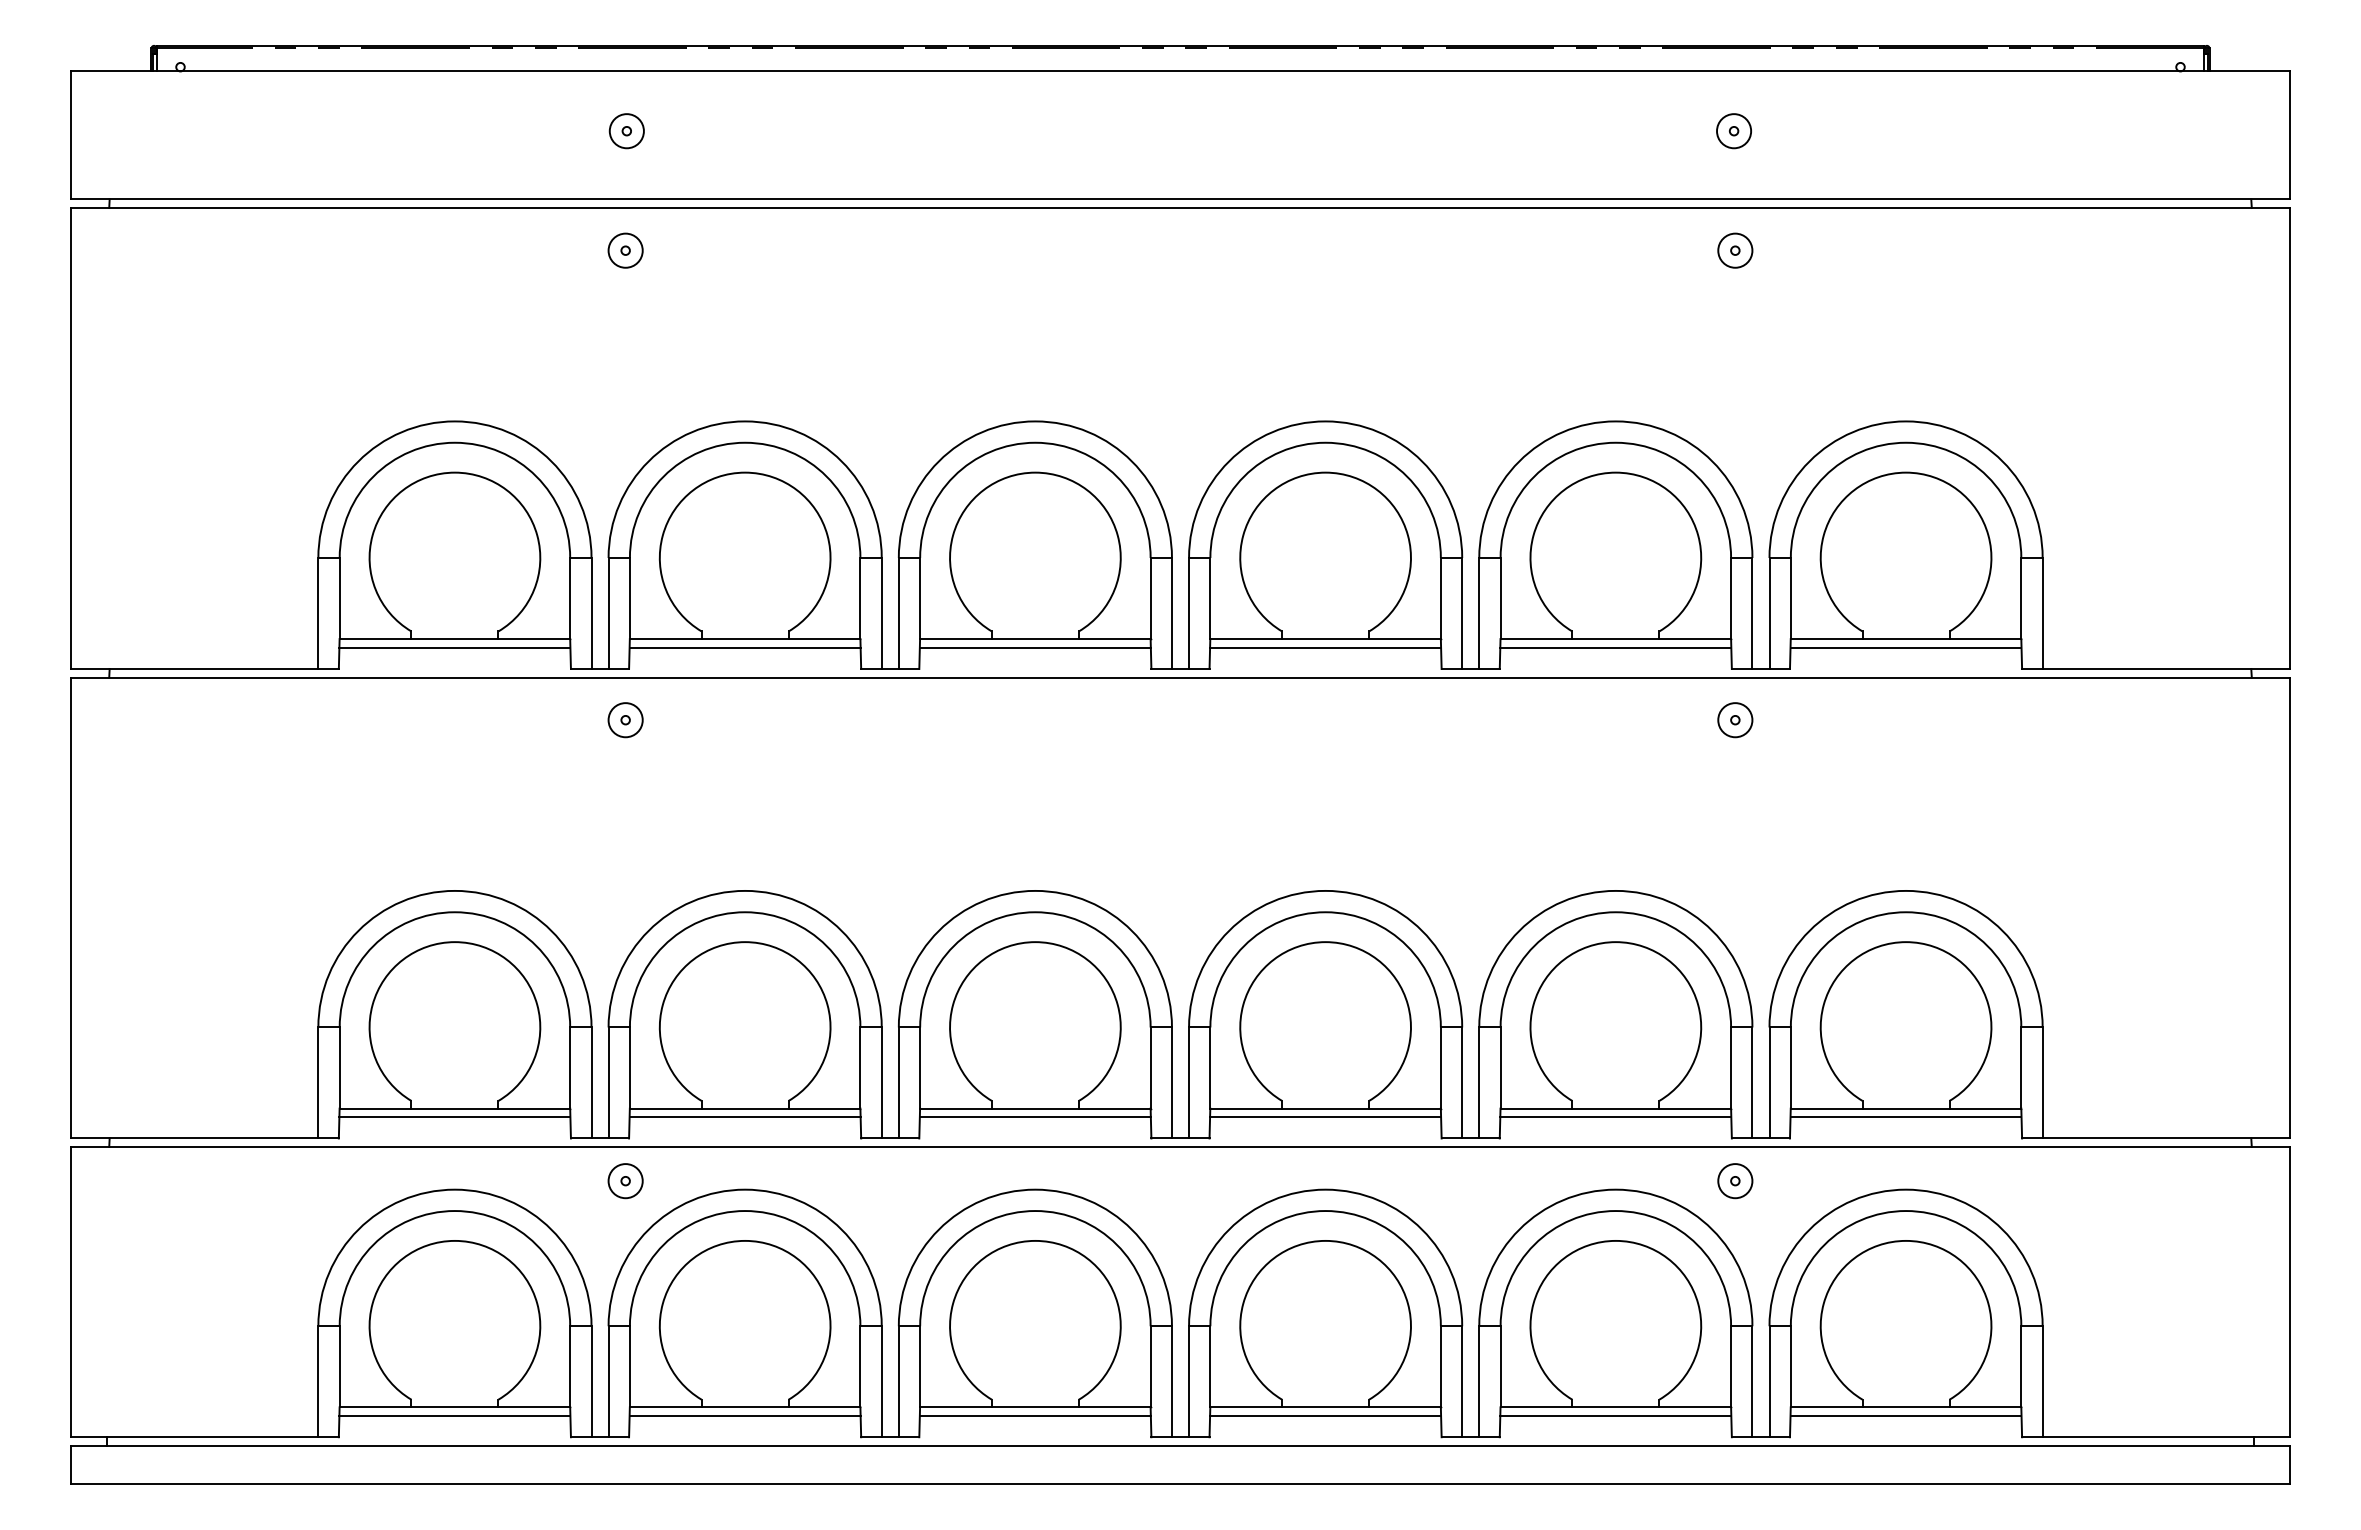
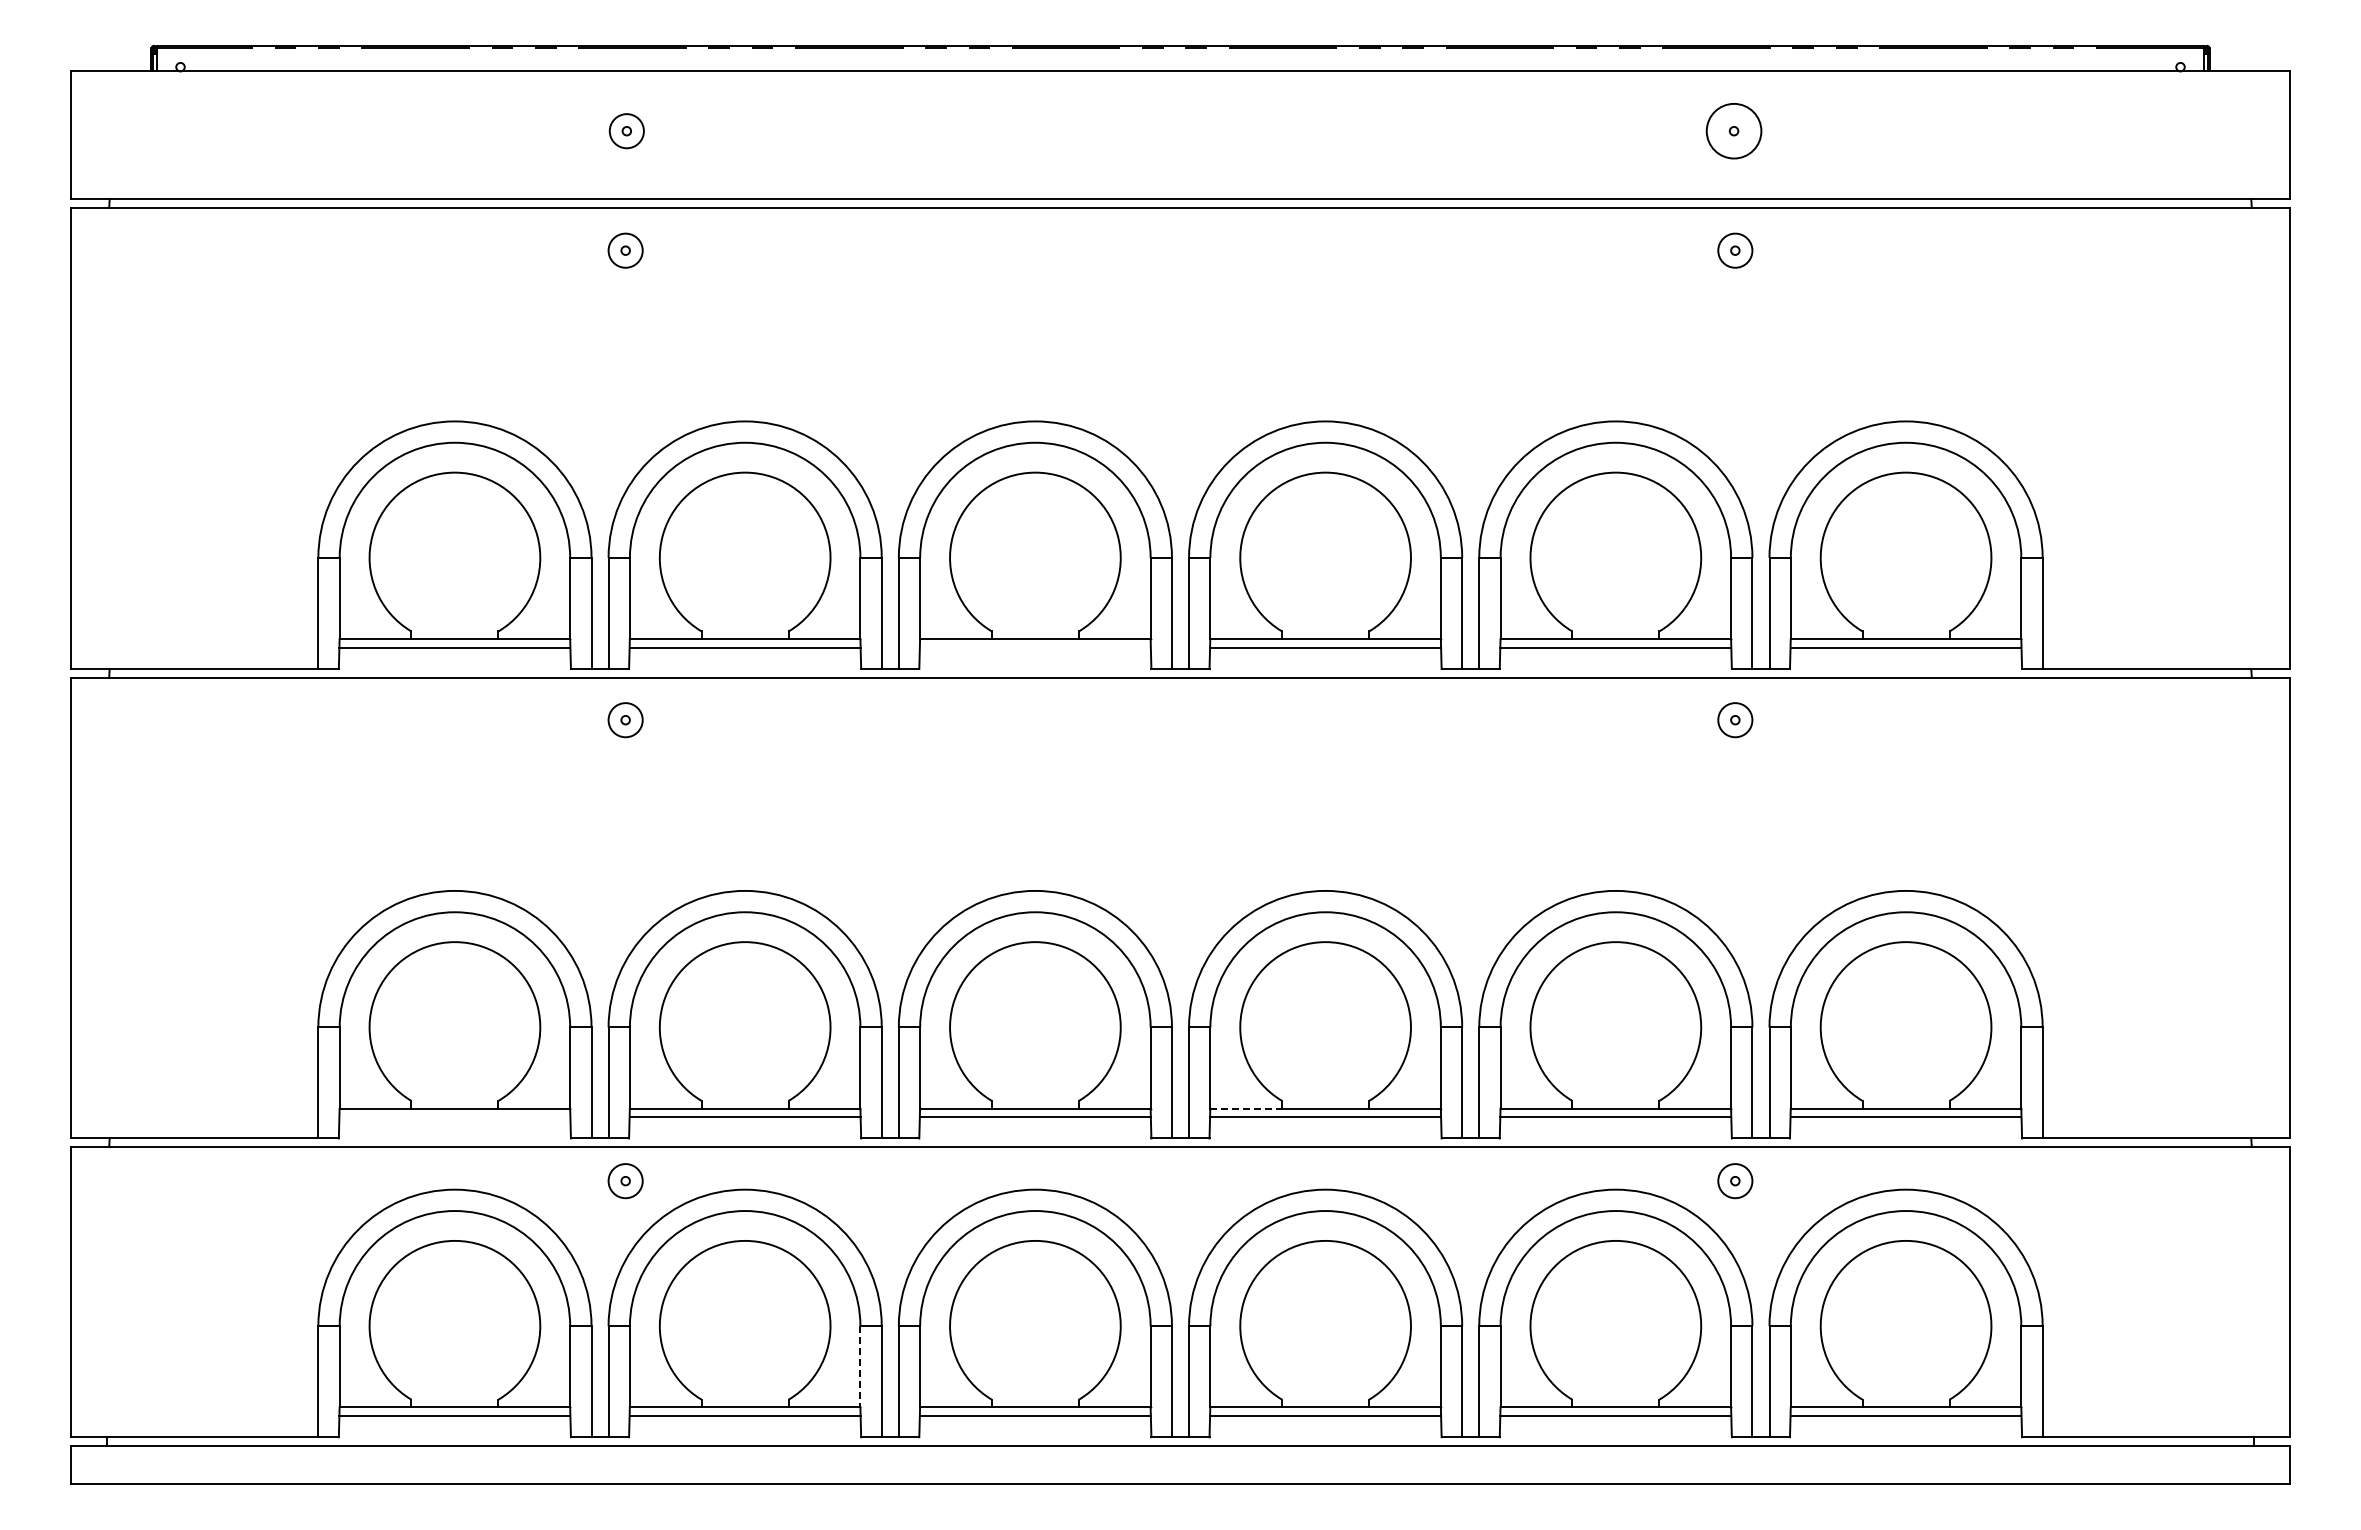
circle at (1734, 131) diameter: 34 px -> 55 px
line at (1034, 647): present -> none
line at (1246, 1108): solid -> dashed
line at (454, 1117): present -> none
line at (860, 1366): solid -> dashed
